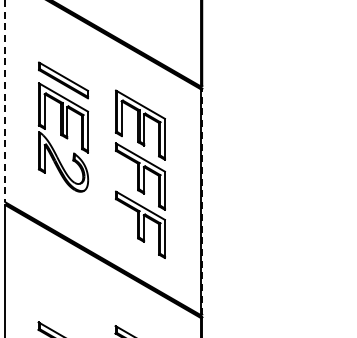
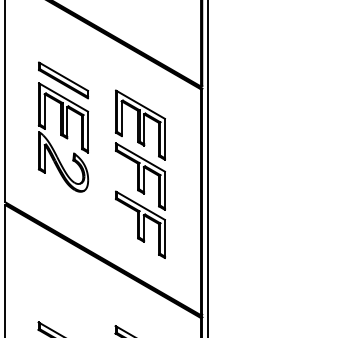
line at (5, 101): dashed -> solid
line at (208, 168): none -> present
line at (202, 201): dashed -> solid
